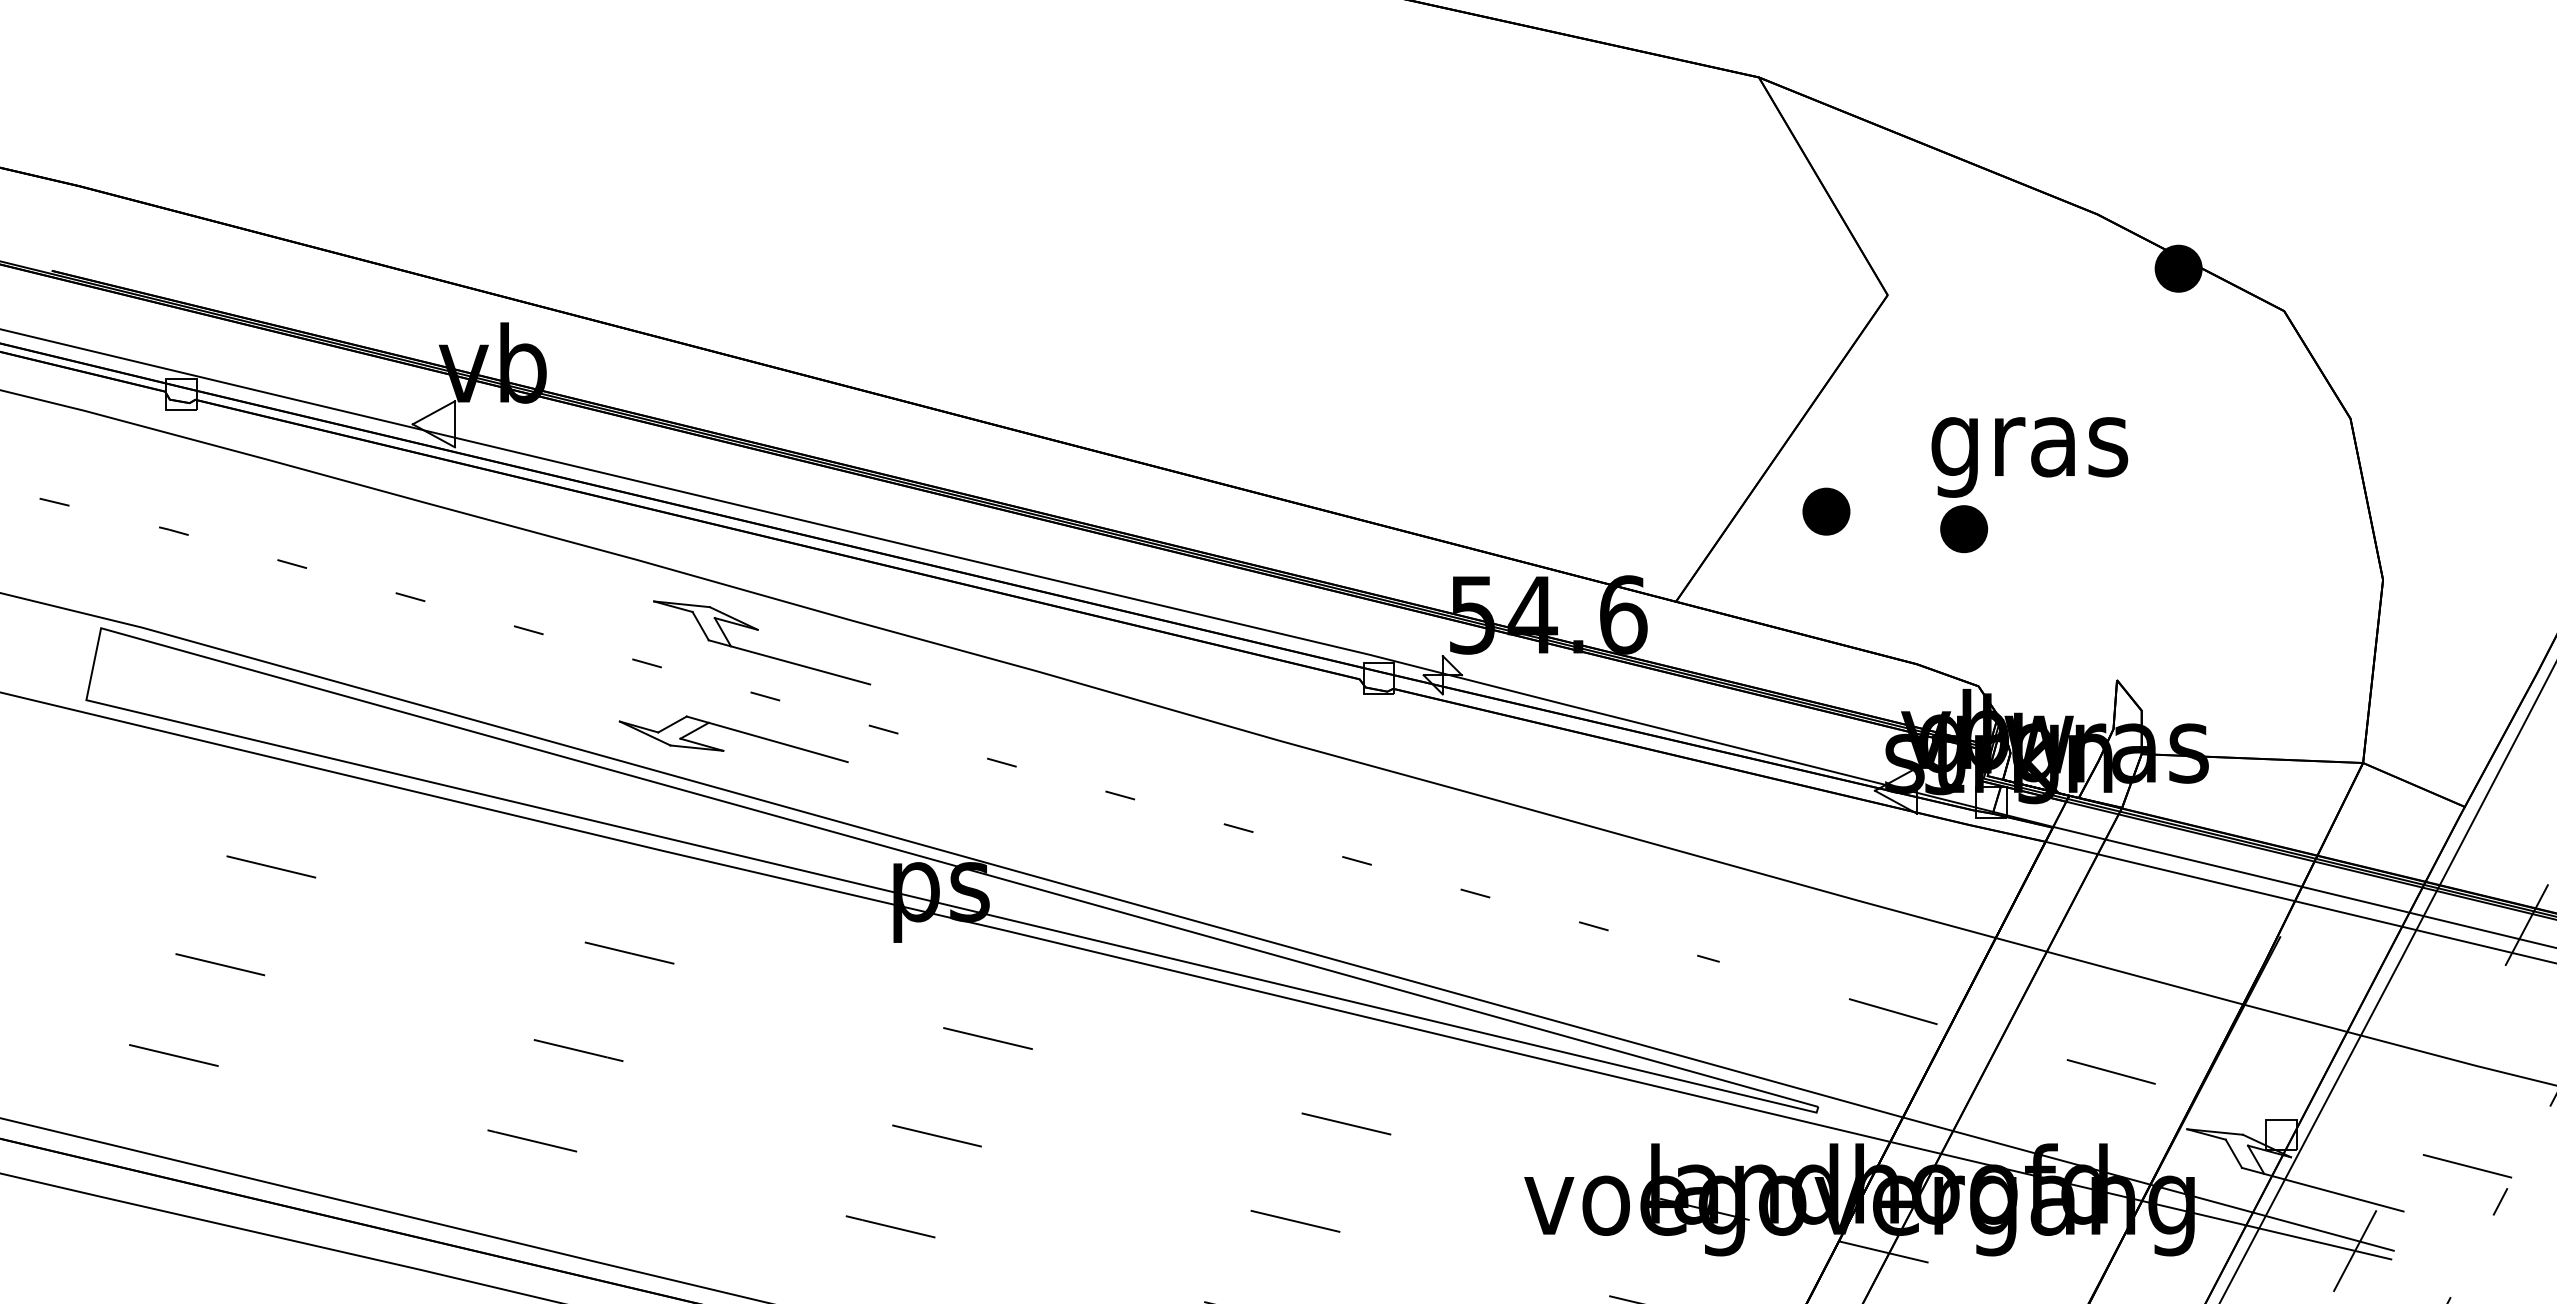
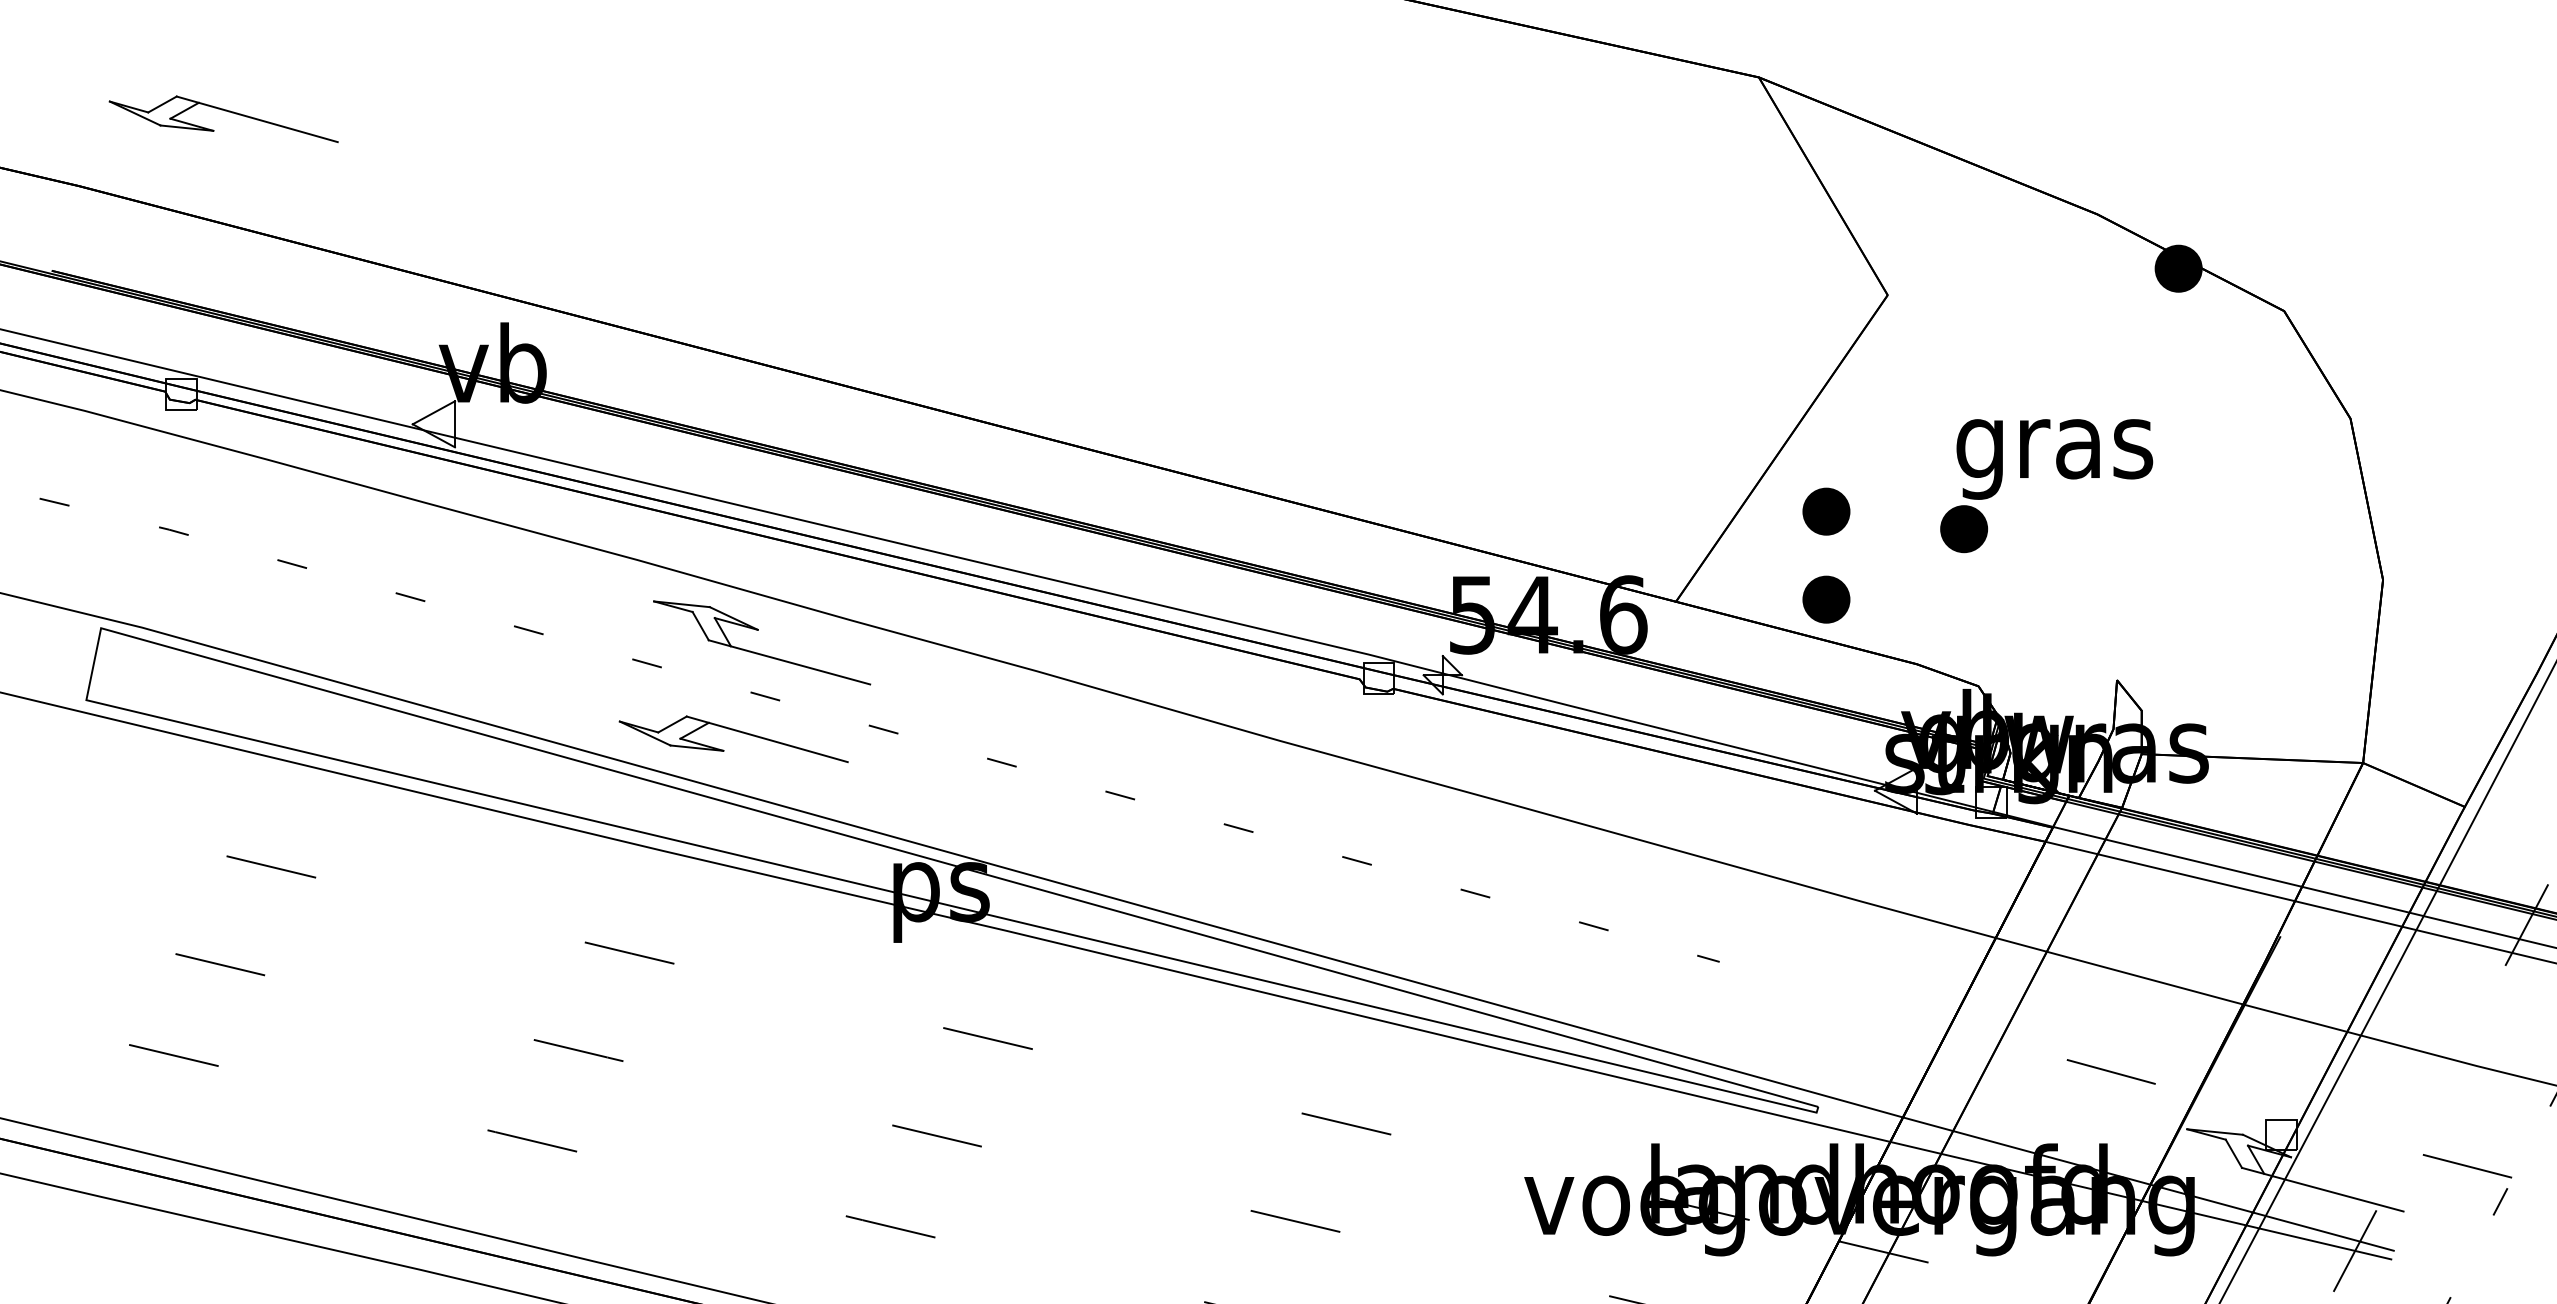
part at (225, 111): none -> present
text at (2029, 457) position: (2029, 457) -> (2054, 459)
part at (1826, 599): none -> present
line at (1899, 1012): present -> none
